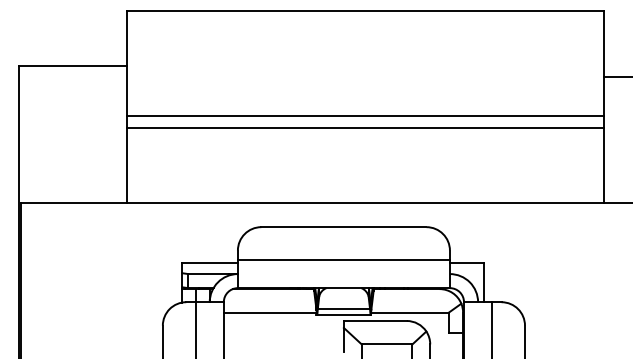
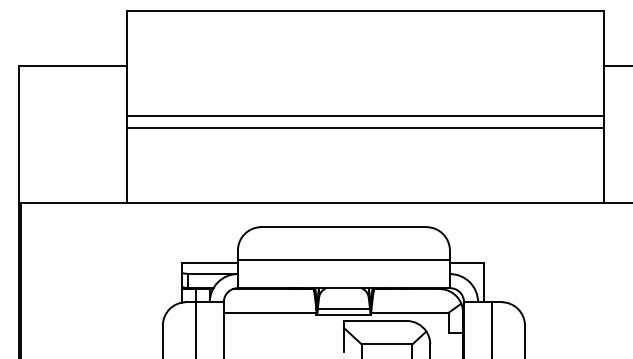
line at (616, 76) position: (616, 76) -> (616, 65)
